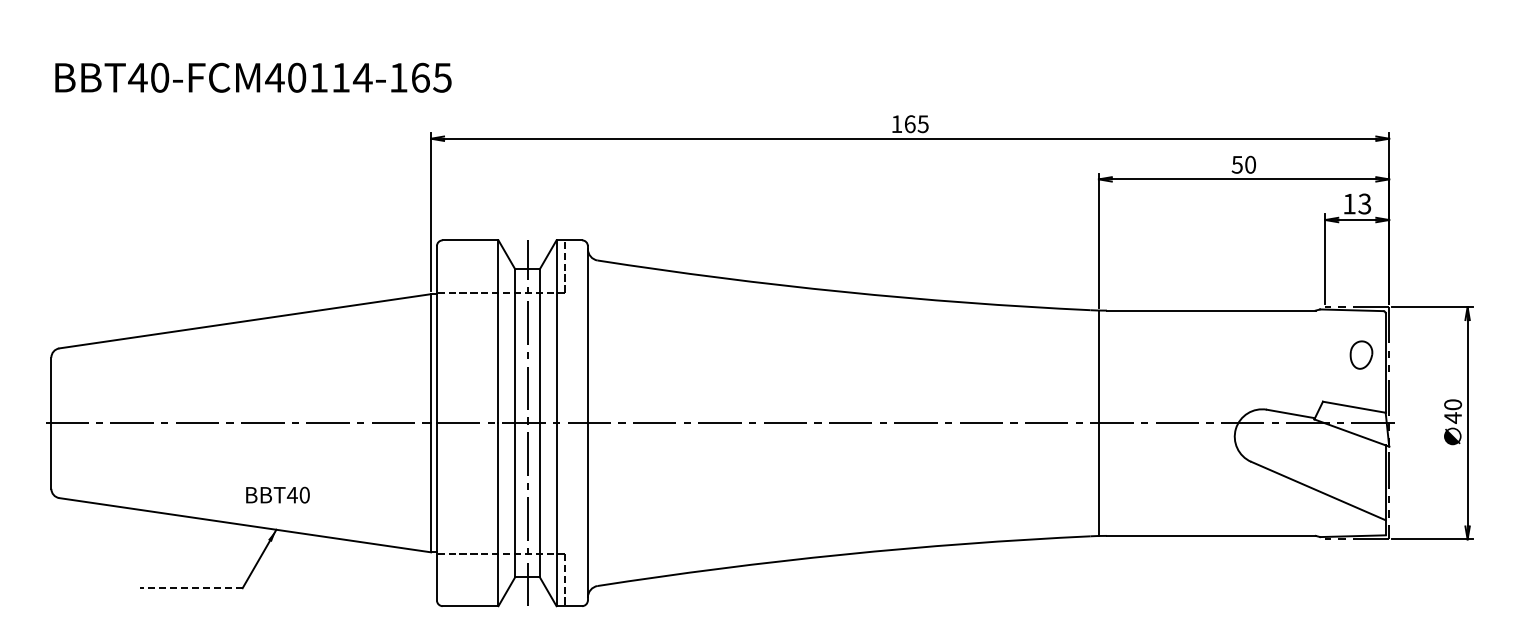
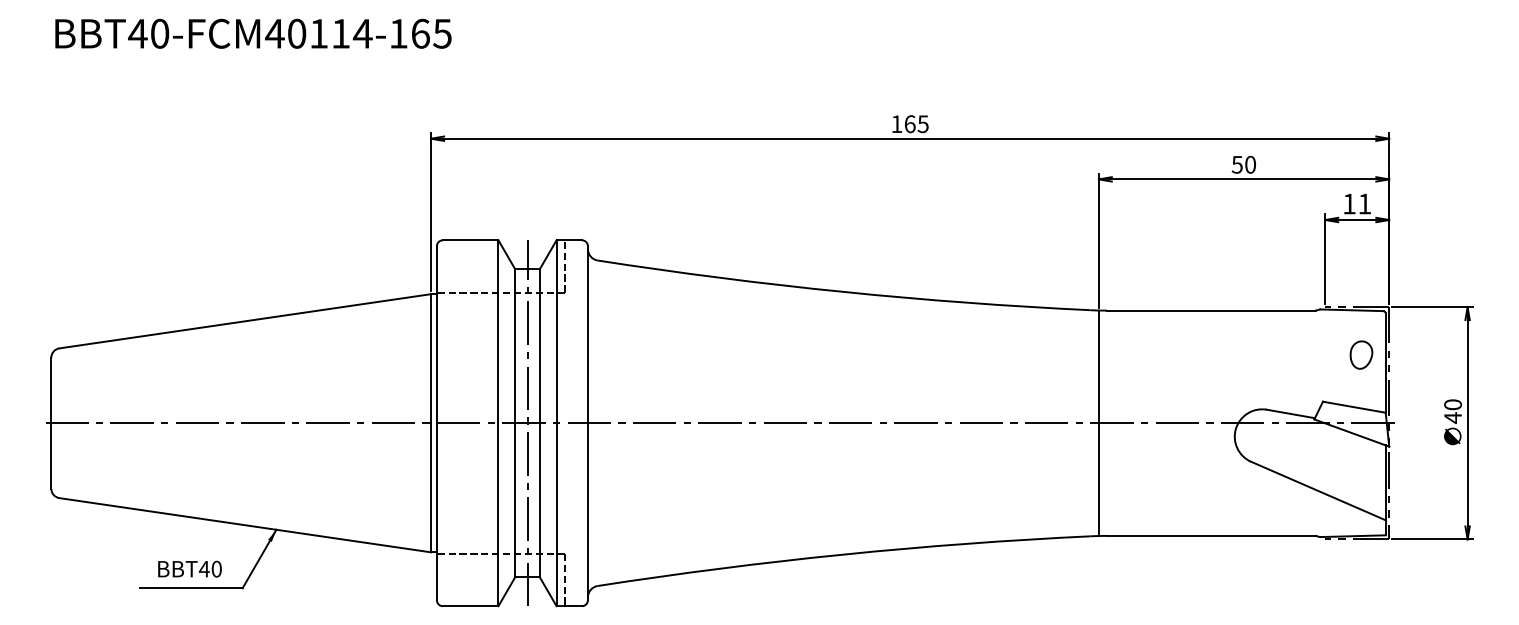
text at (253, 77) position: (253, 77) -> (253, 33)
text at (1364, 203): 13 -> 11
text at (277, 494) position: (277, 494) -> (189, 568)
line at (190, 588): dashed -> solid
